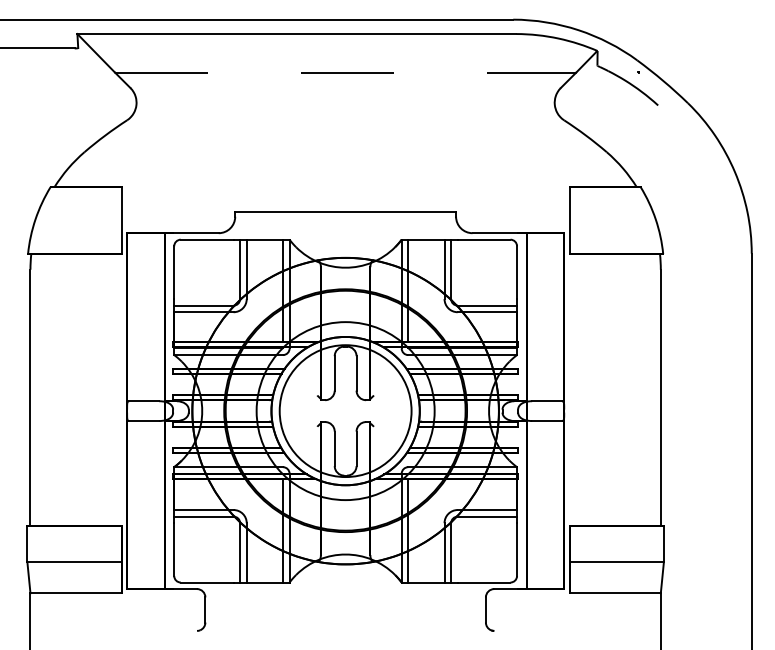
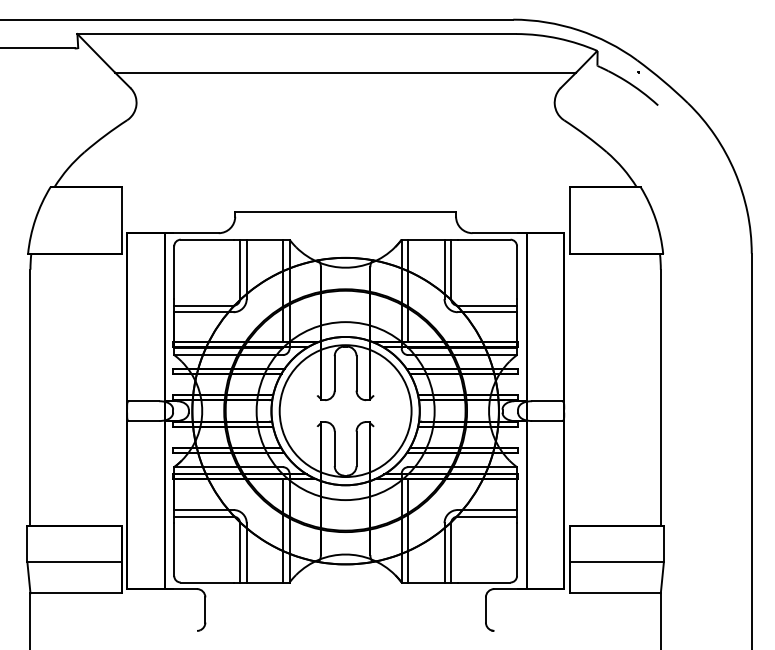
line at (346, 72): dashed -> solid
